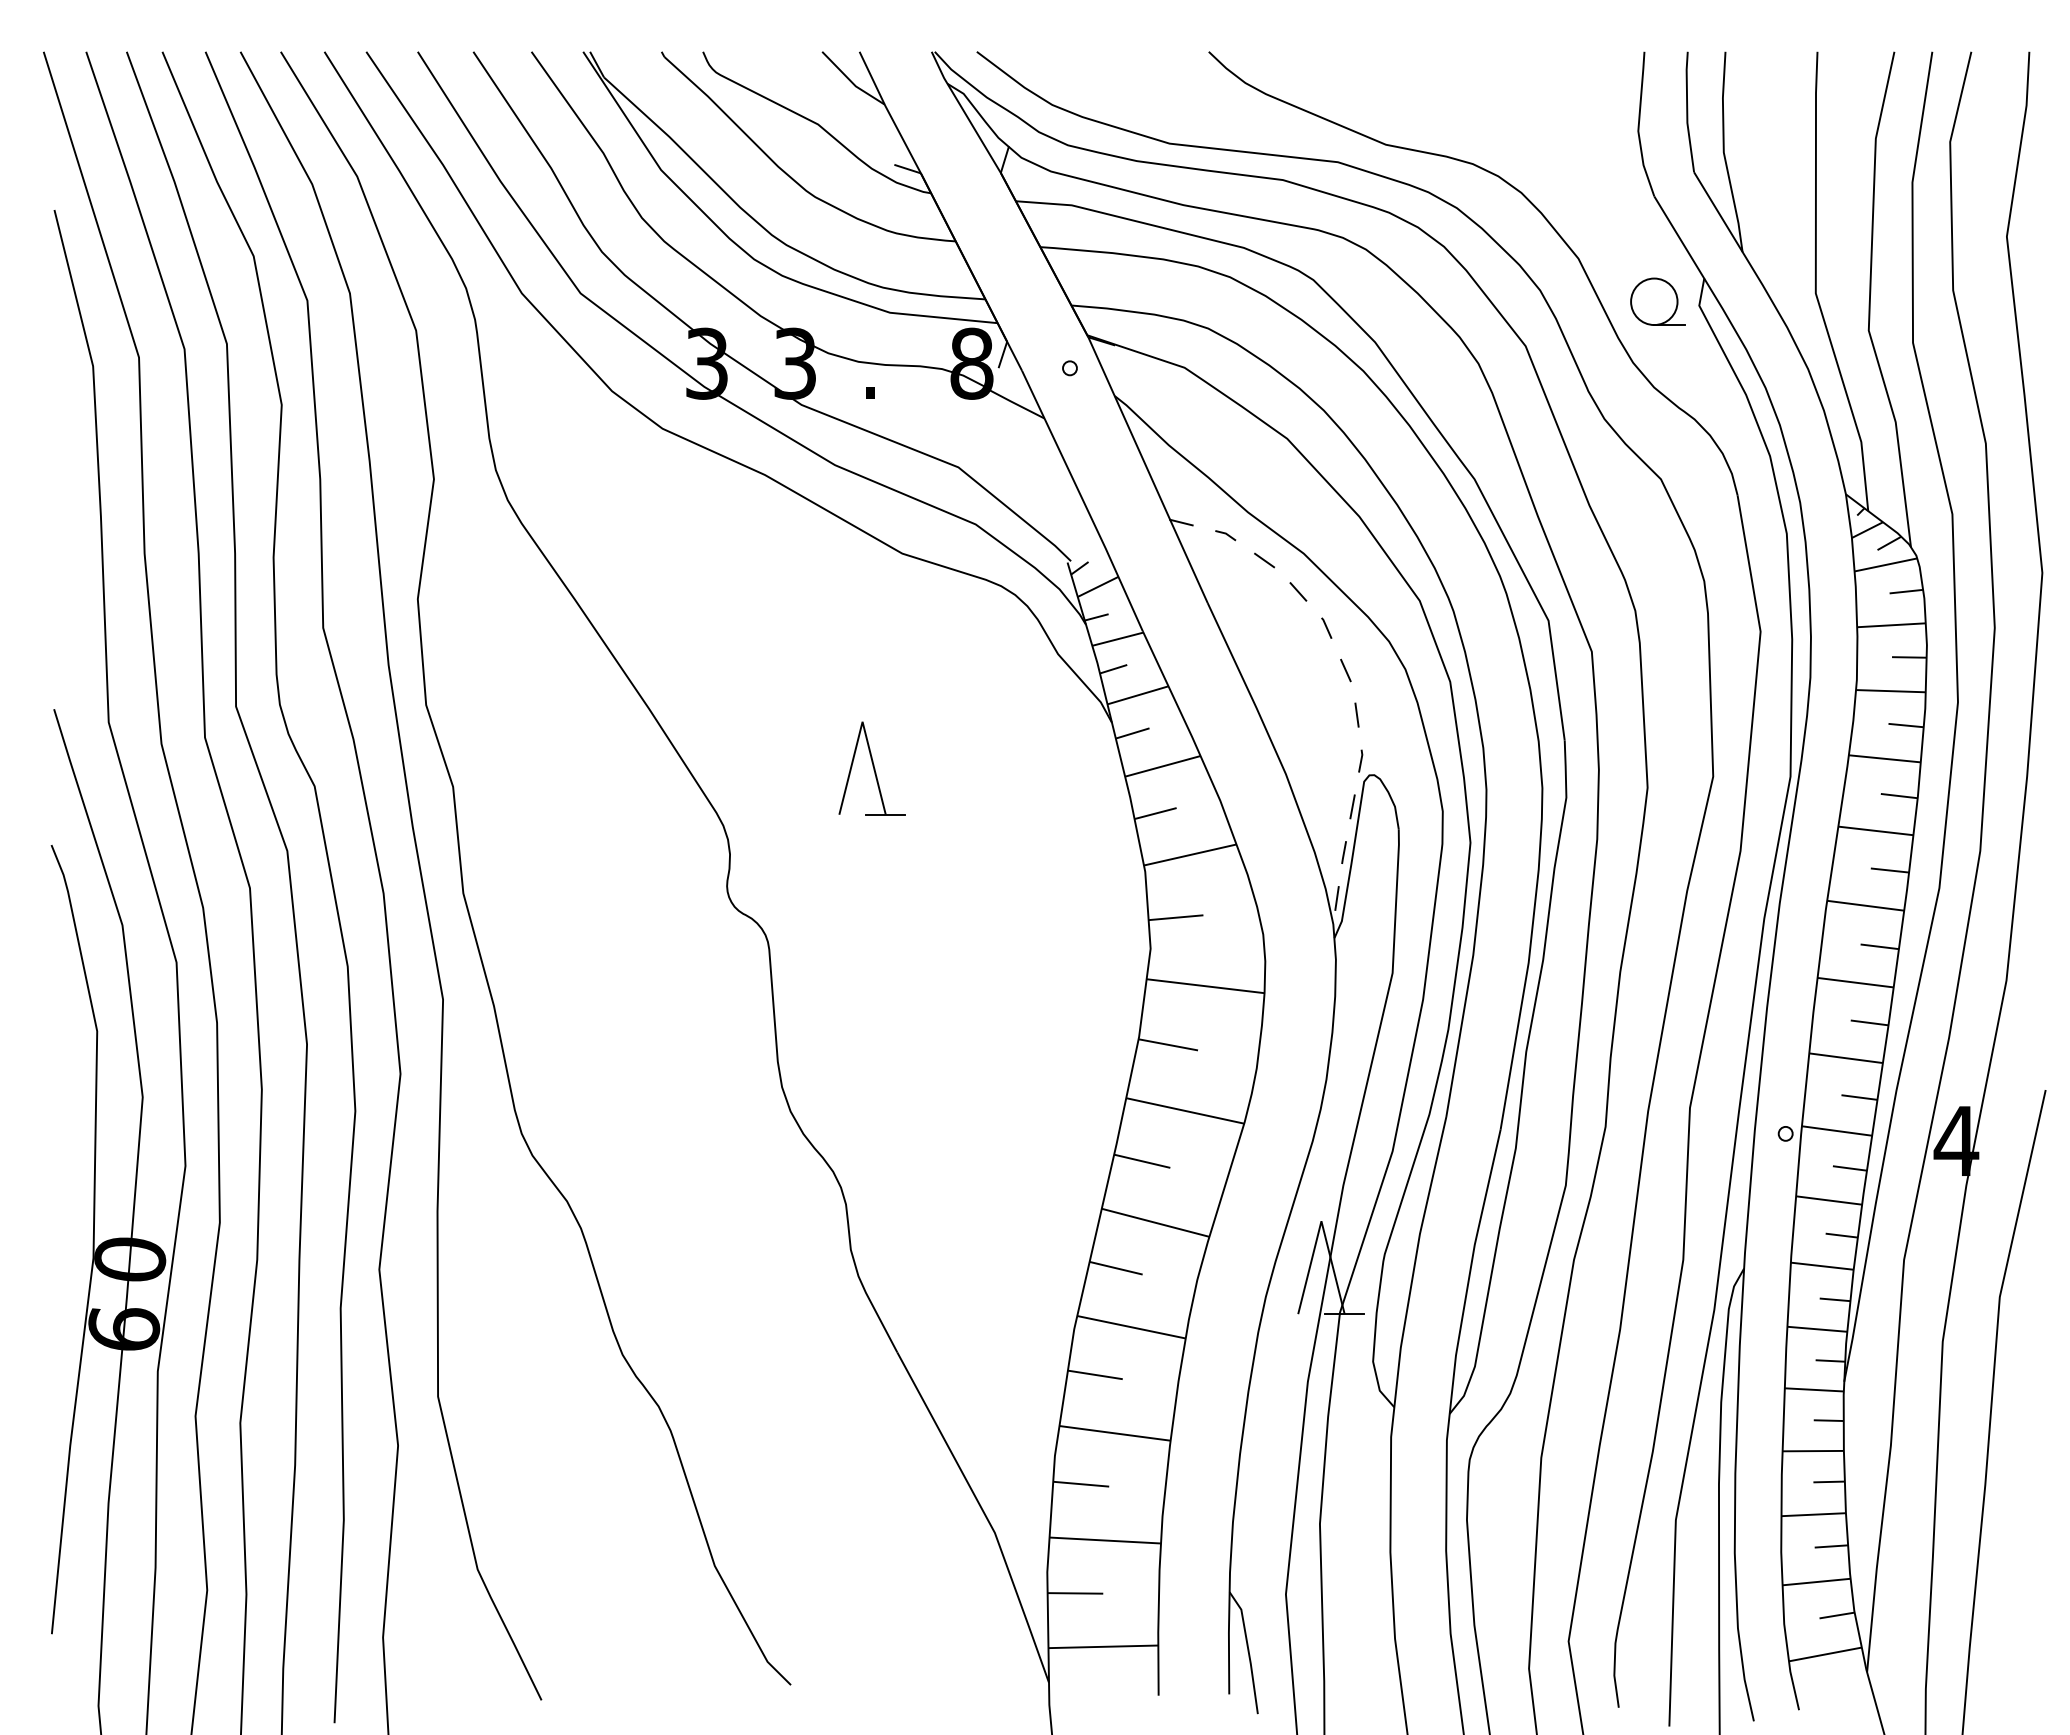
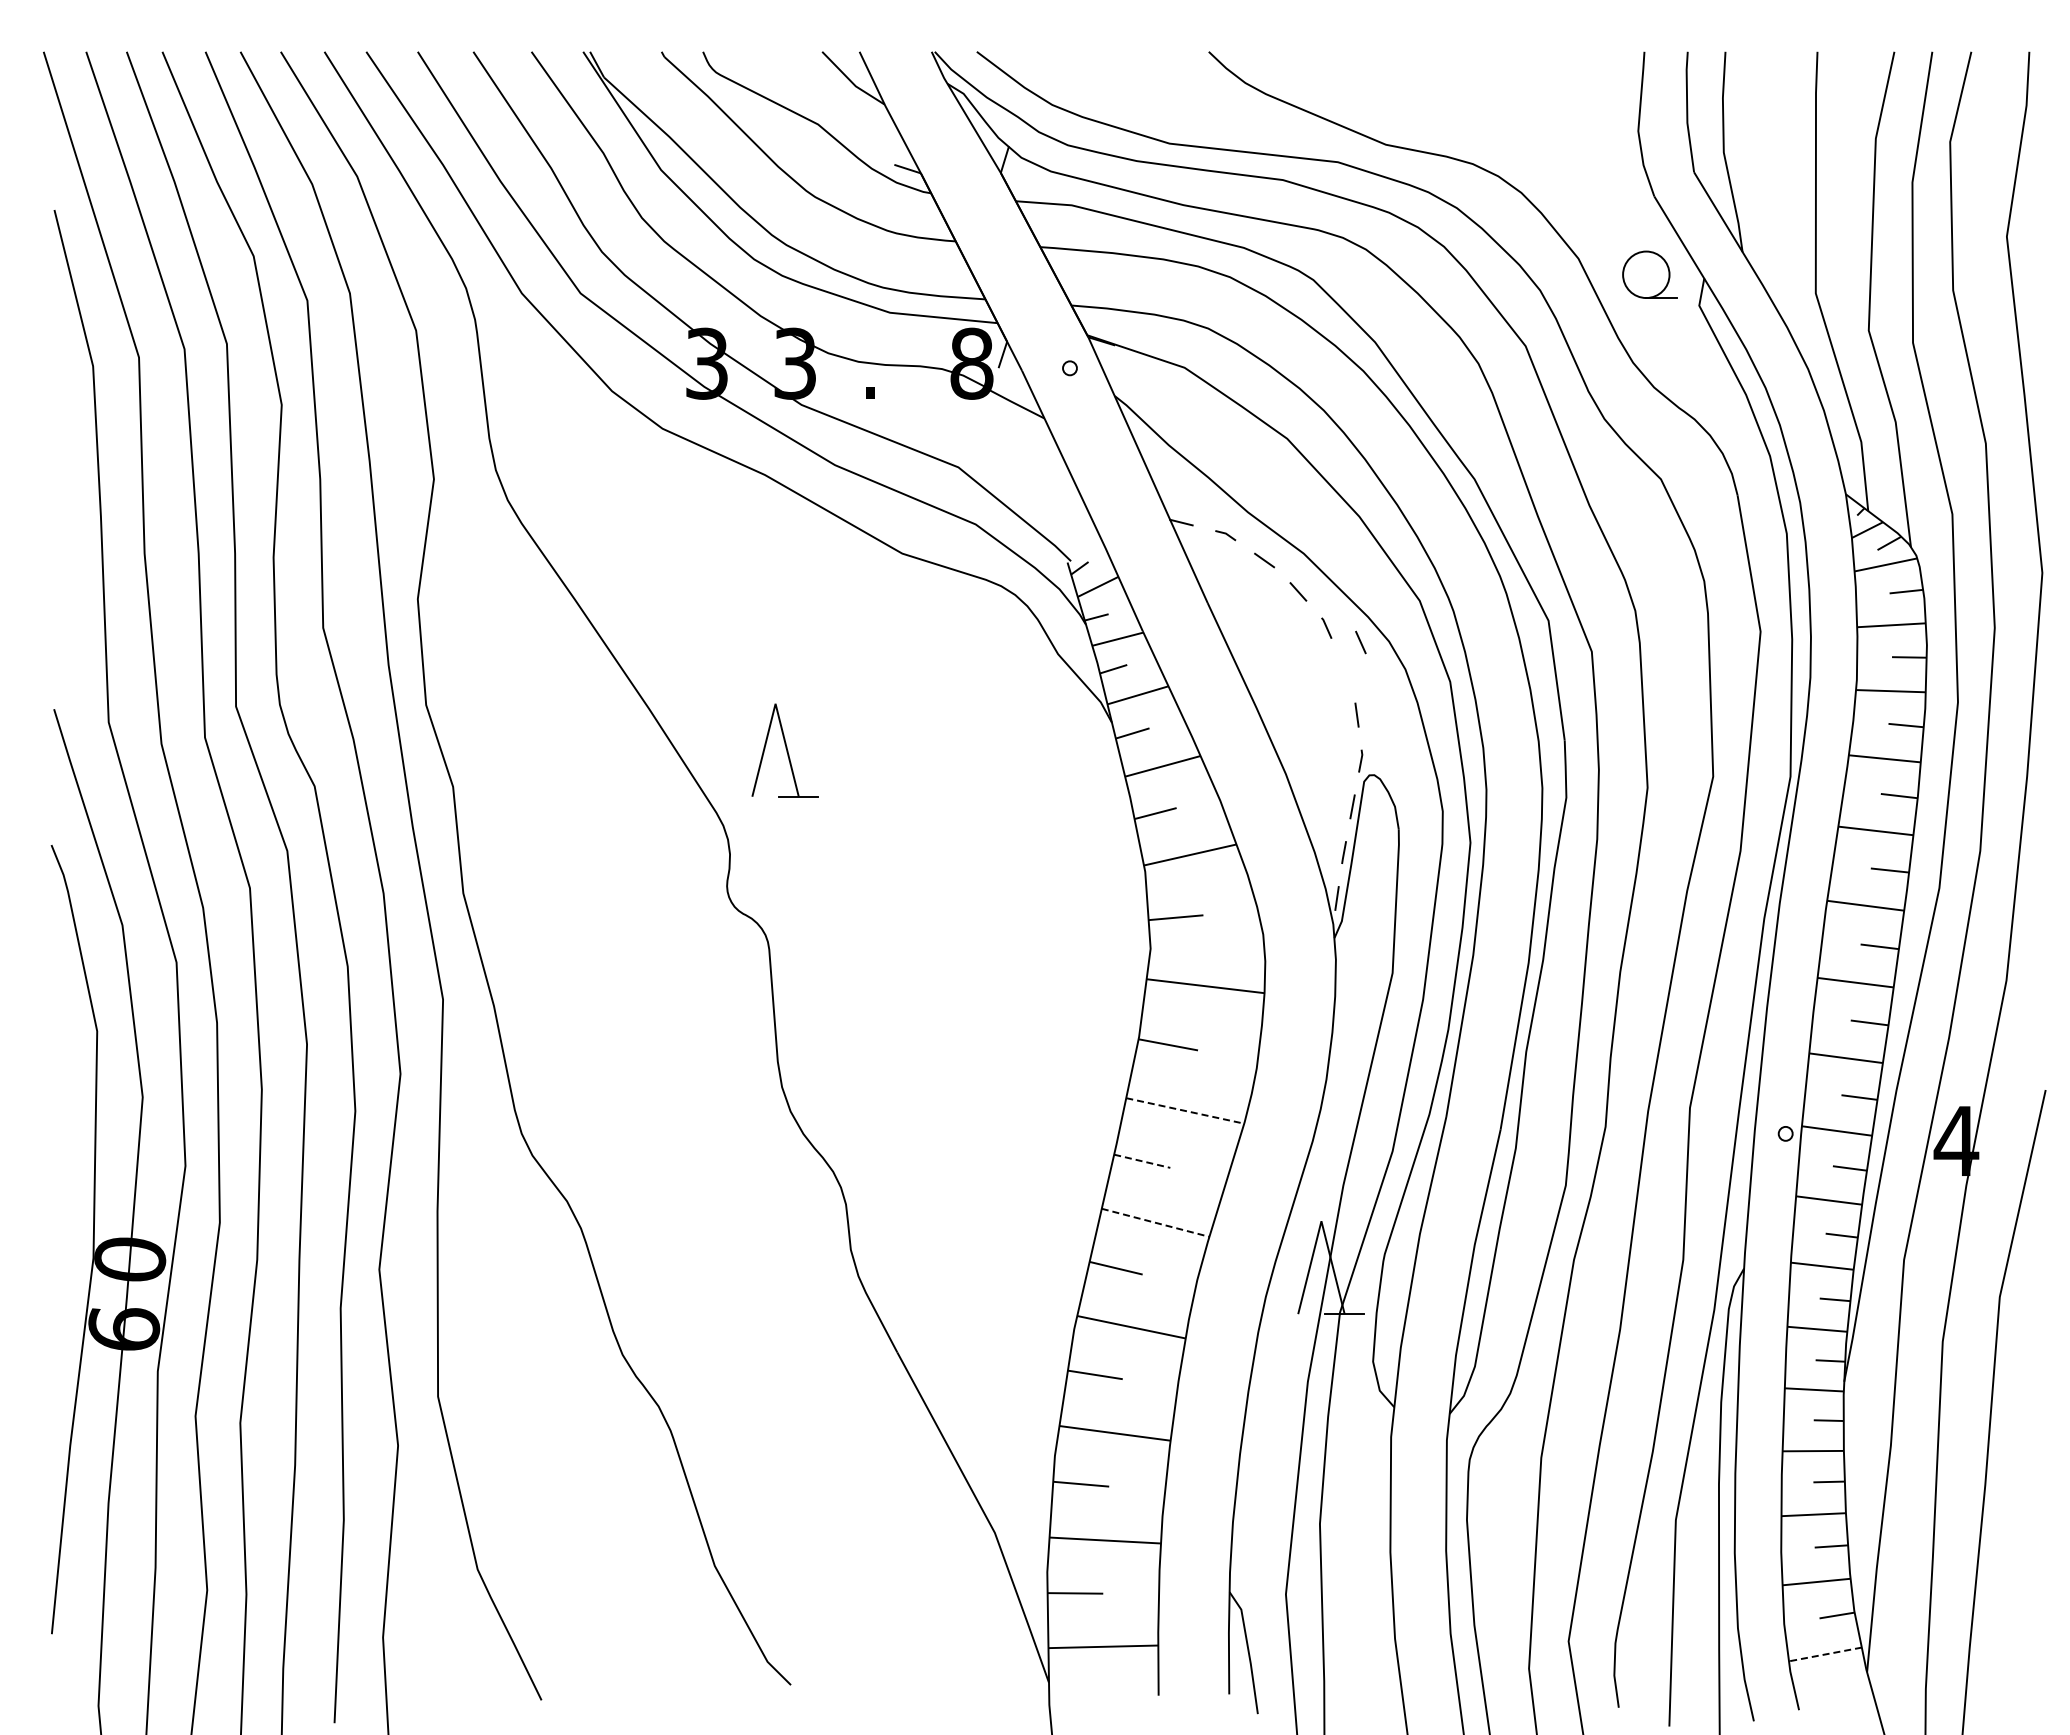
part at (1657, 301) position: (1657, 301) -> (1649, 274)
line at (1345, 670) position: (1345, 670) -> (1360, 642)
part at (871, 768) position: (871, 768) -> (784, 750)
line at (1185, 1111): solid -> dashed
line at (1142, 1161): solid -> dashed
line at (1155, 1222): solid -> dashed
line at (1824, 1654): solid -> dashed
